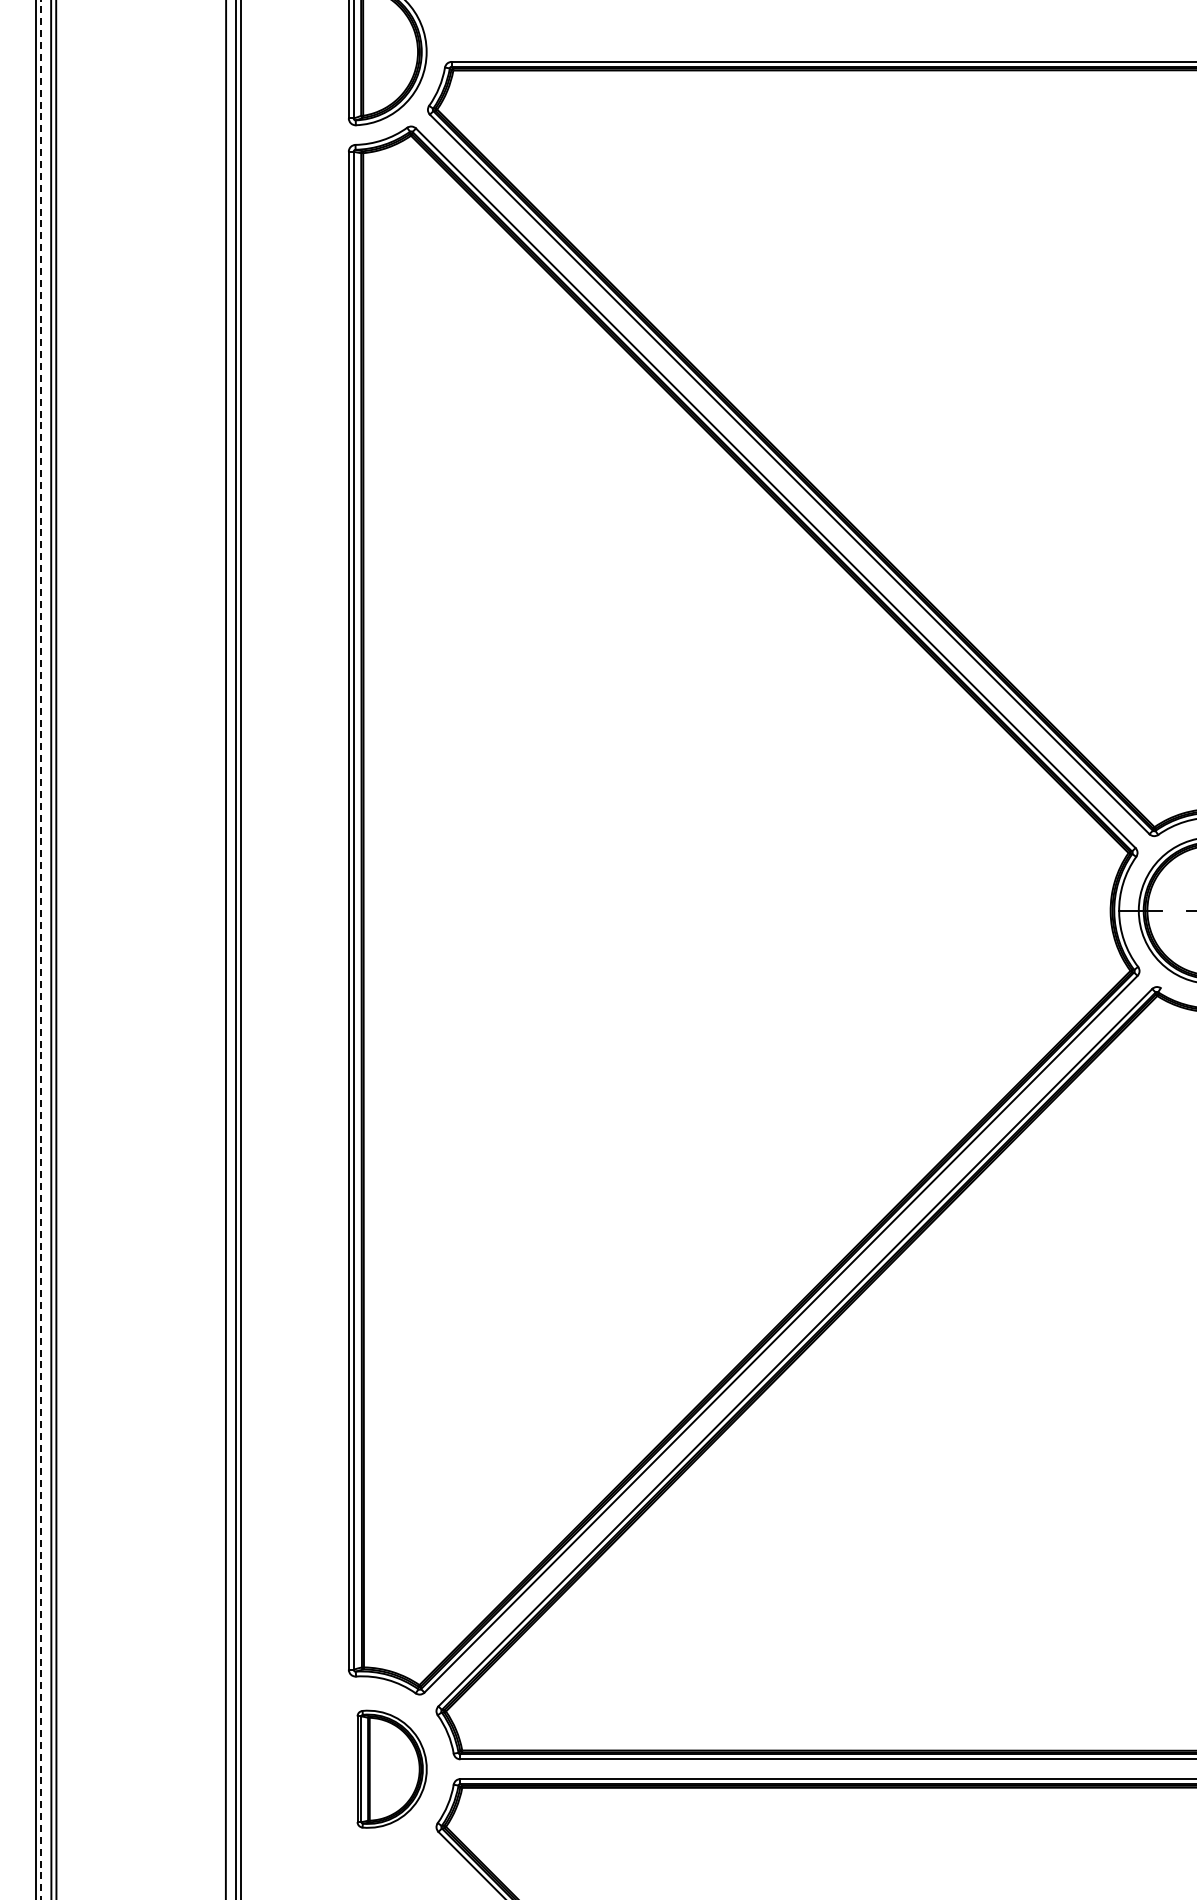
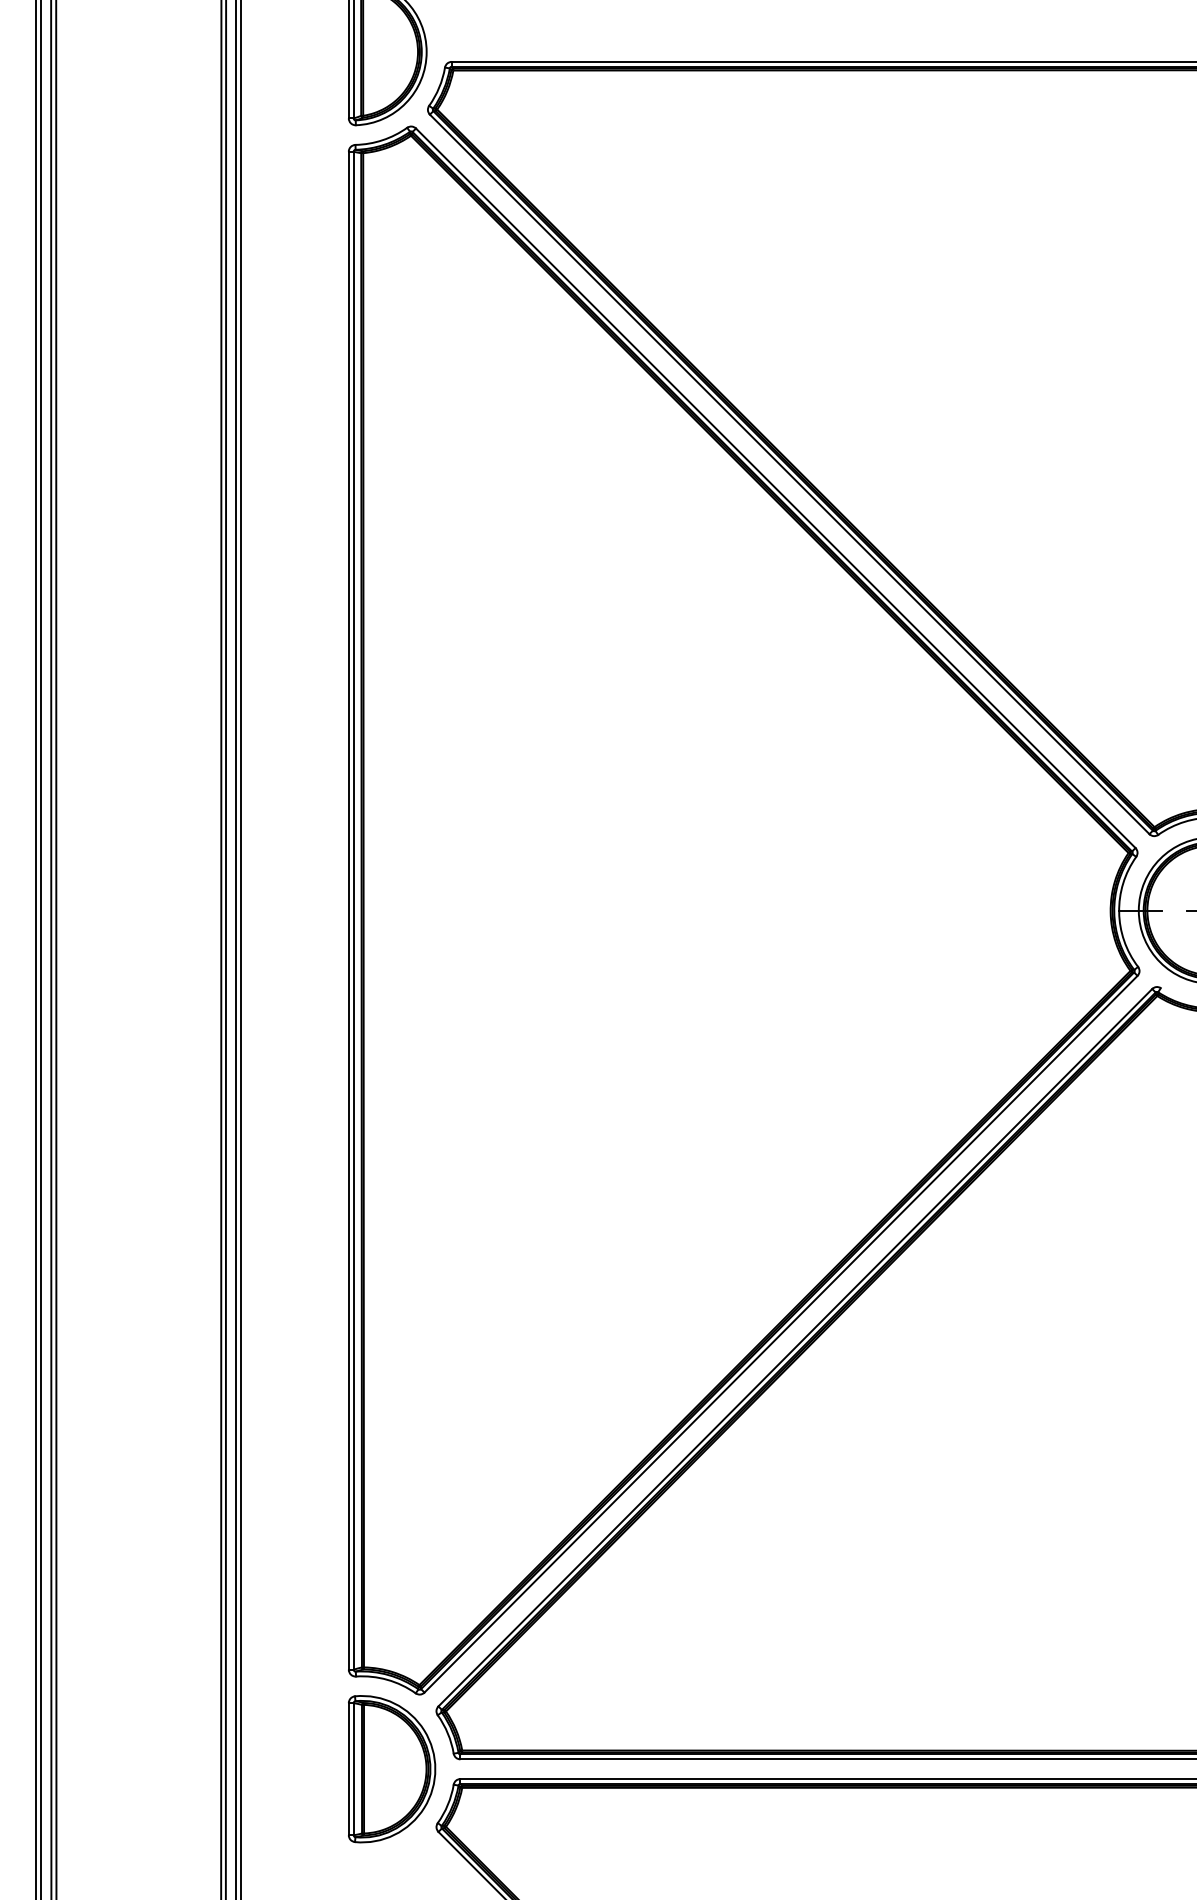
line at (221, 949): none -> present
line at (41, 950): dashed -> solid
part at (391, 1768) size: 72x120 px -> 89x149 px
